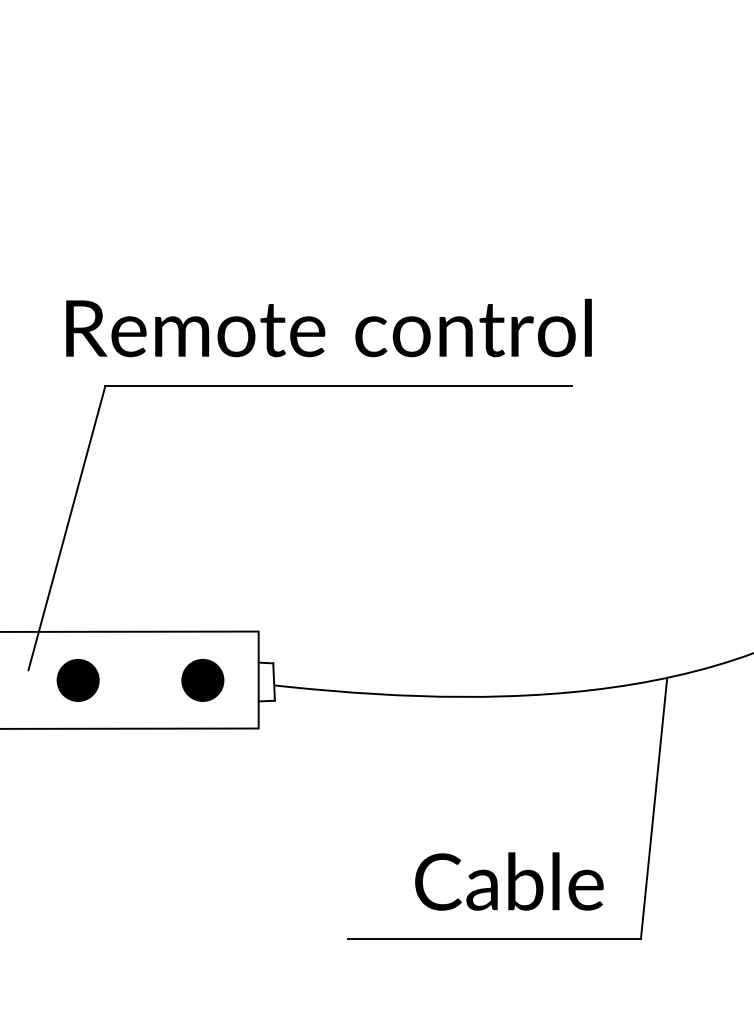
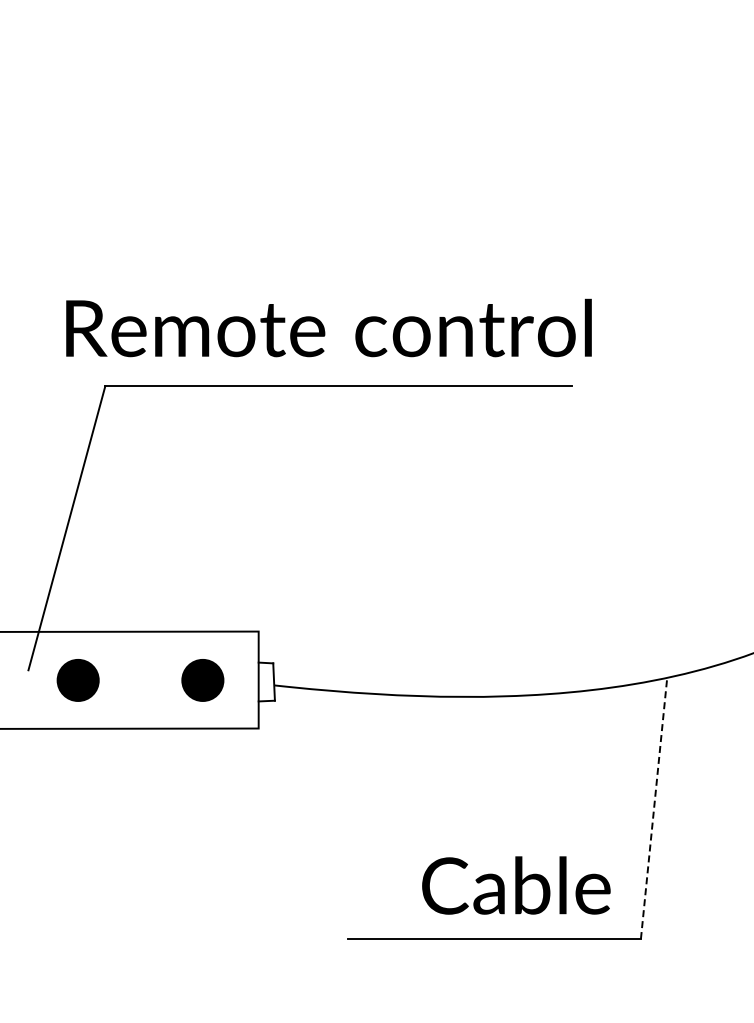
line at (654, 807): solid -> dashed
text at (509, 881) position: (509, 881) -> (516, 885)
